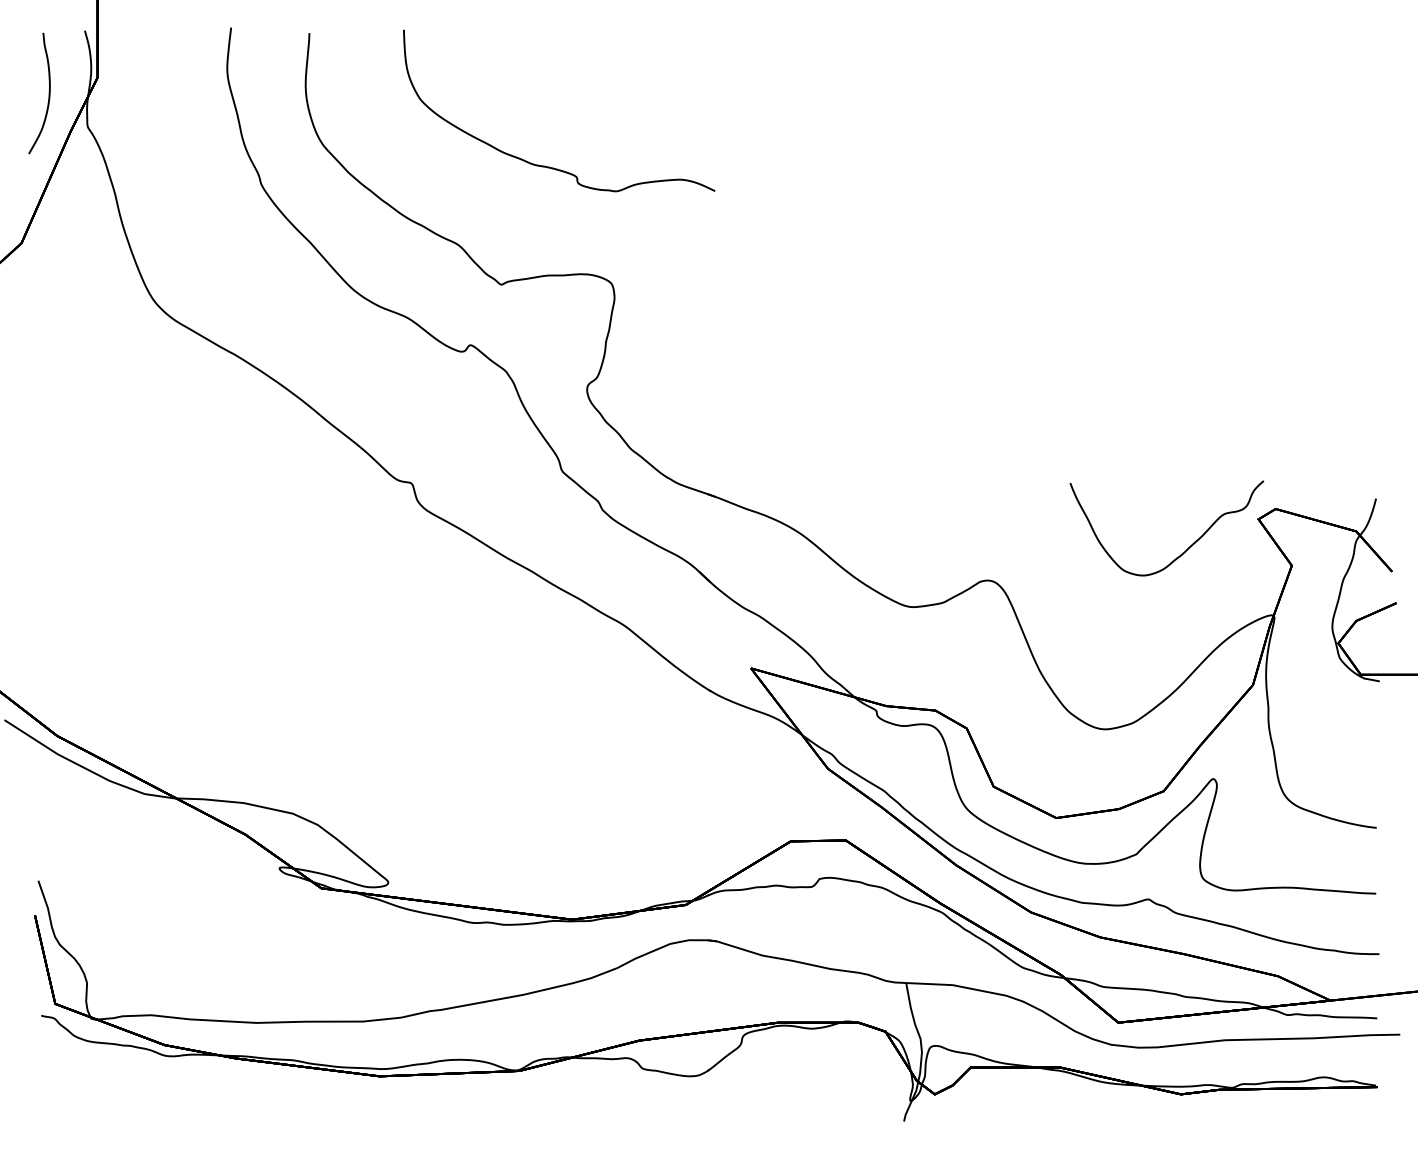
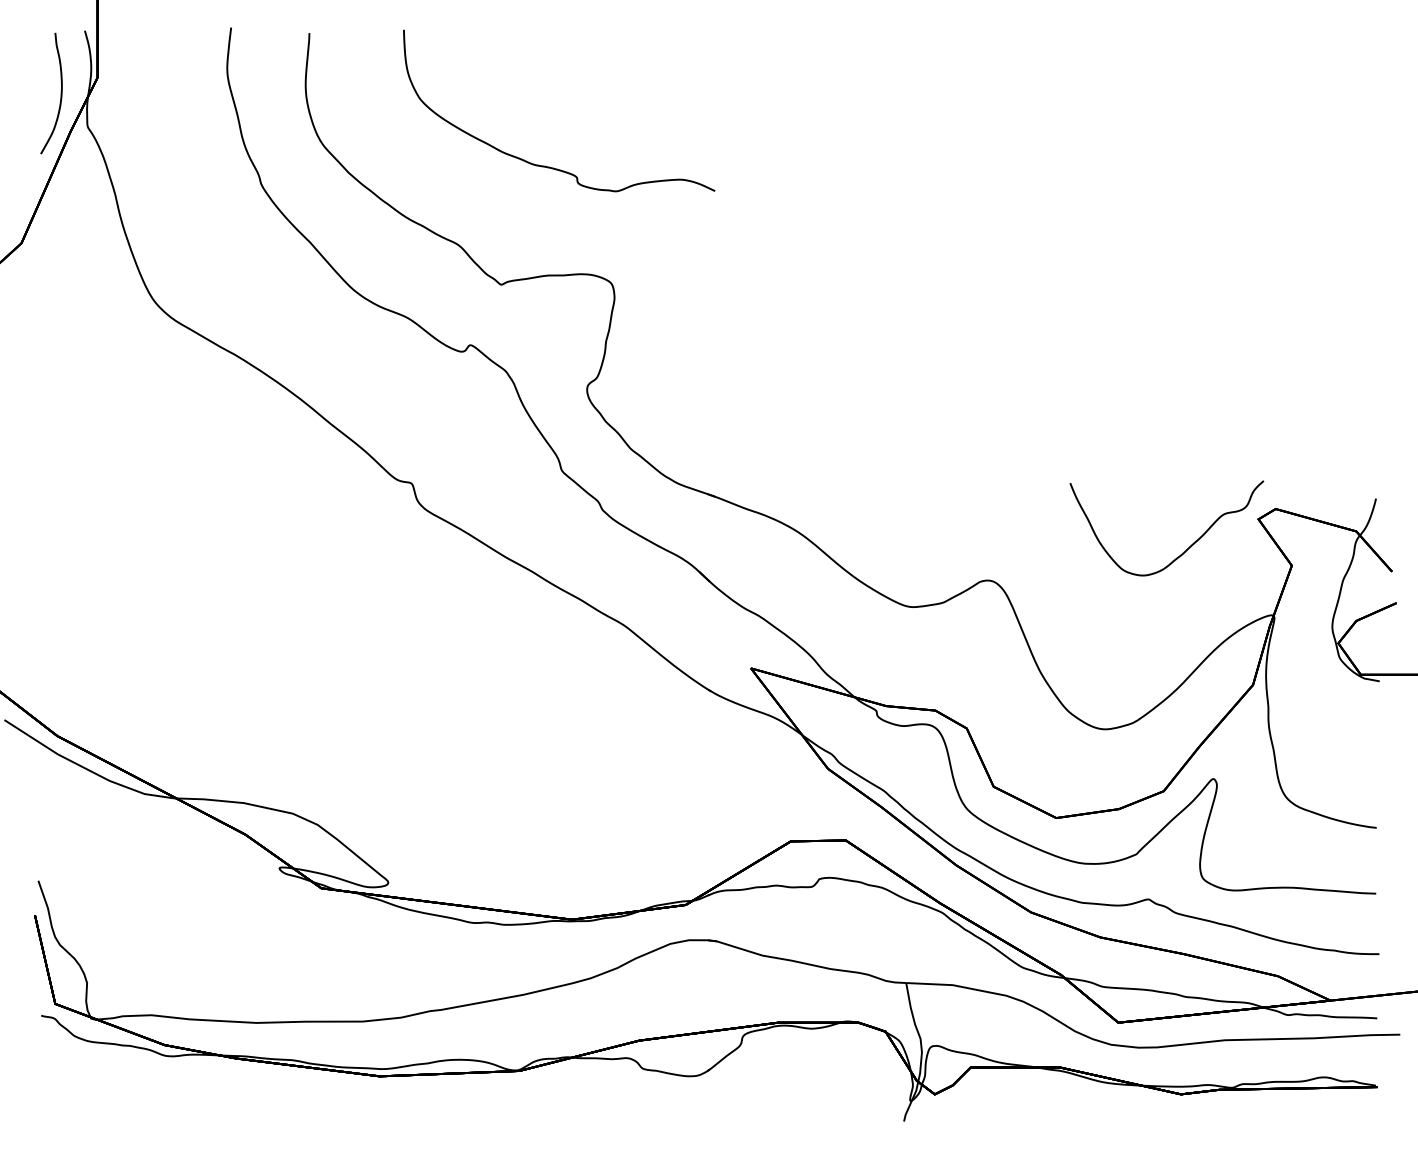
curve at (48, 93) position: (48, 93) -> (60, 93)
